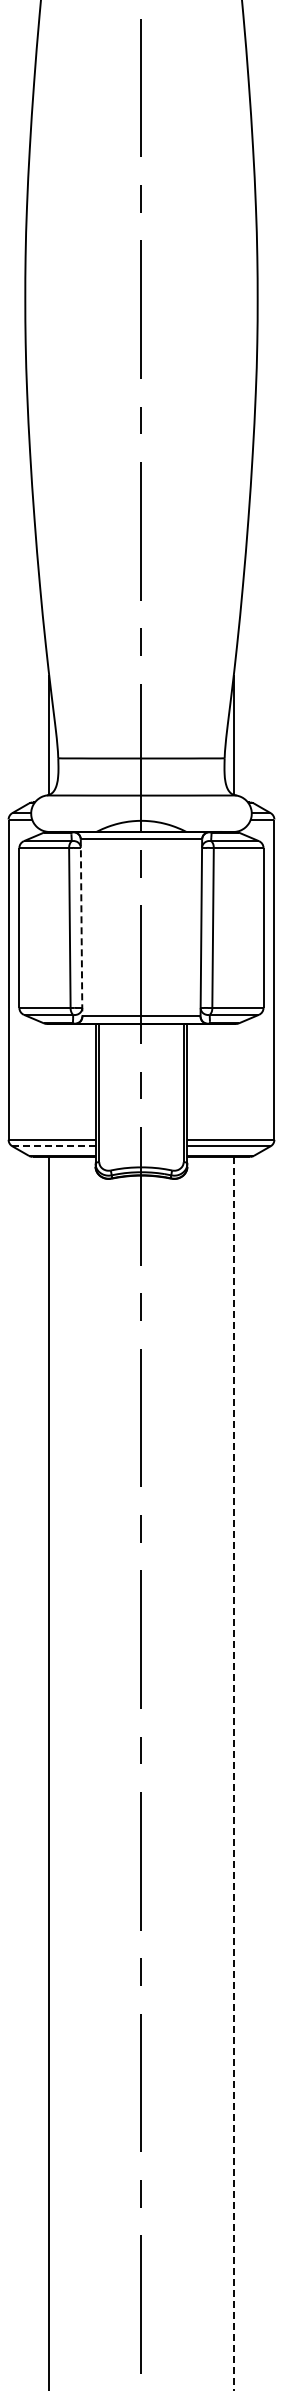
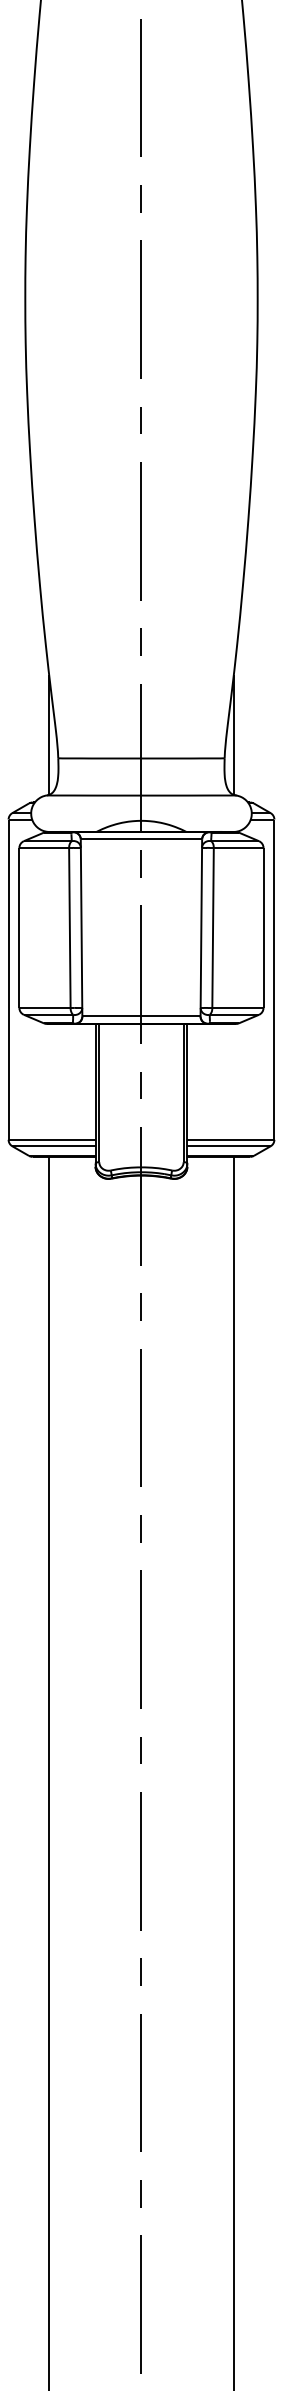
line at (81, 927): dashed -> solid
line at (53, 1146): dashed -> solid
line at (233, 1773): dashed -> solid
